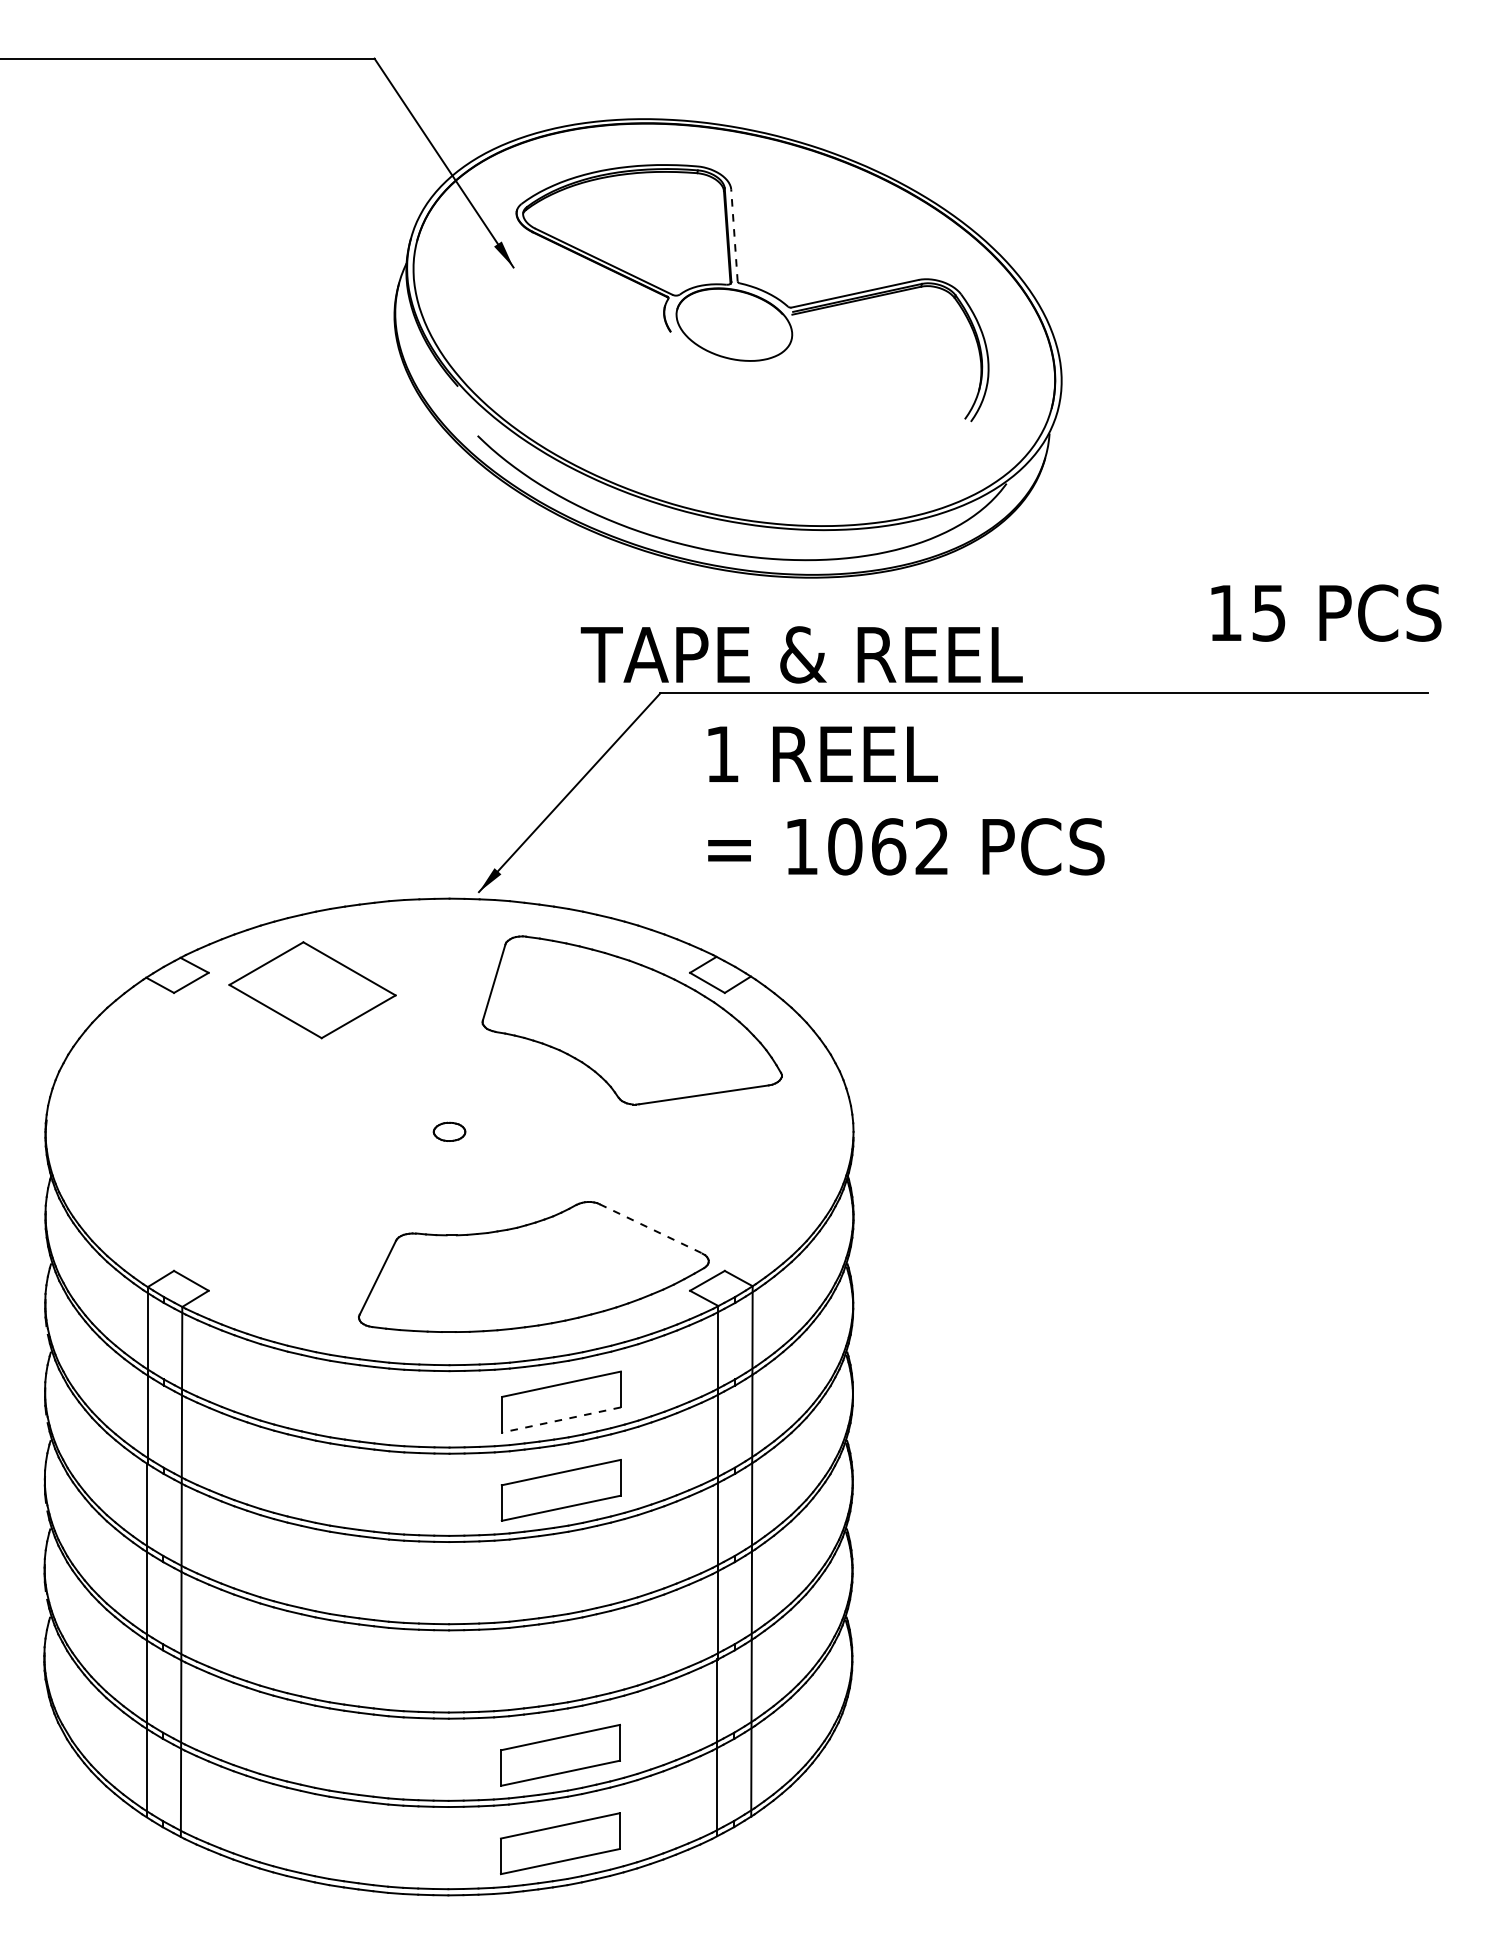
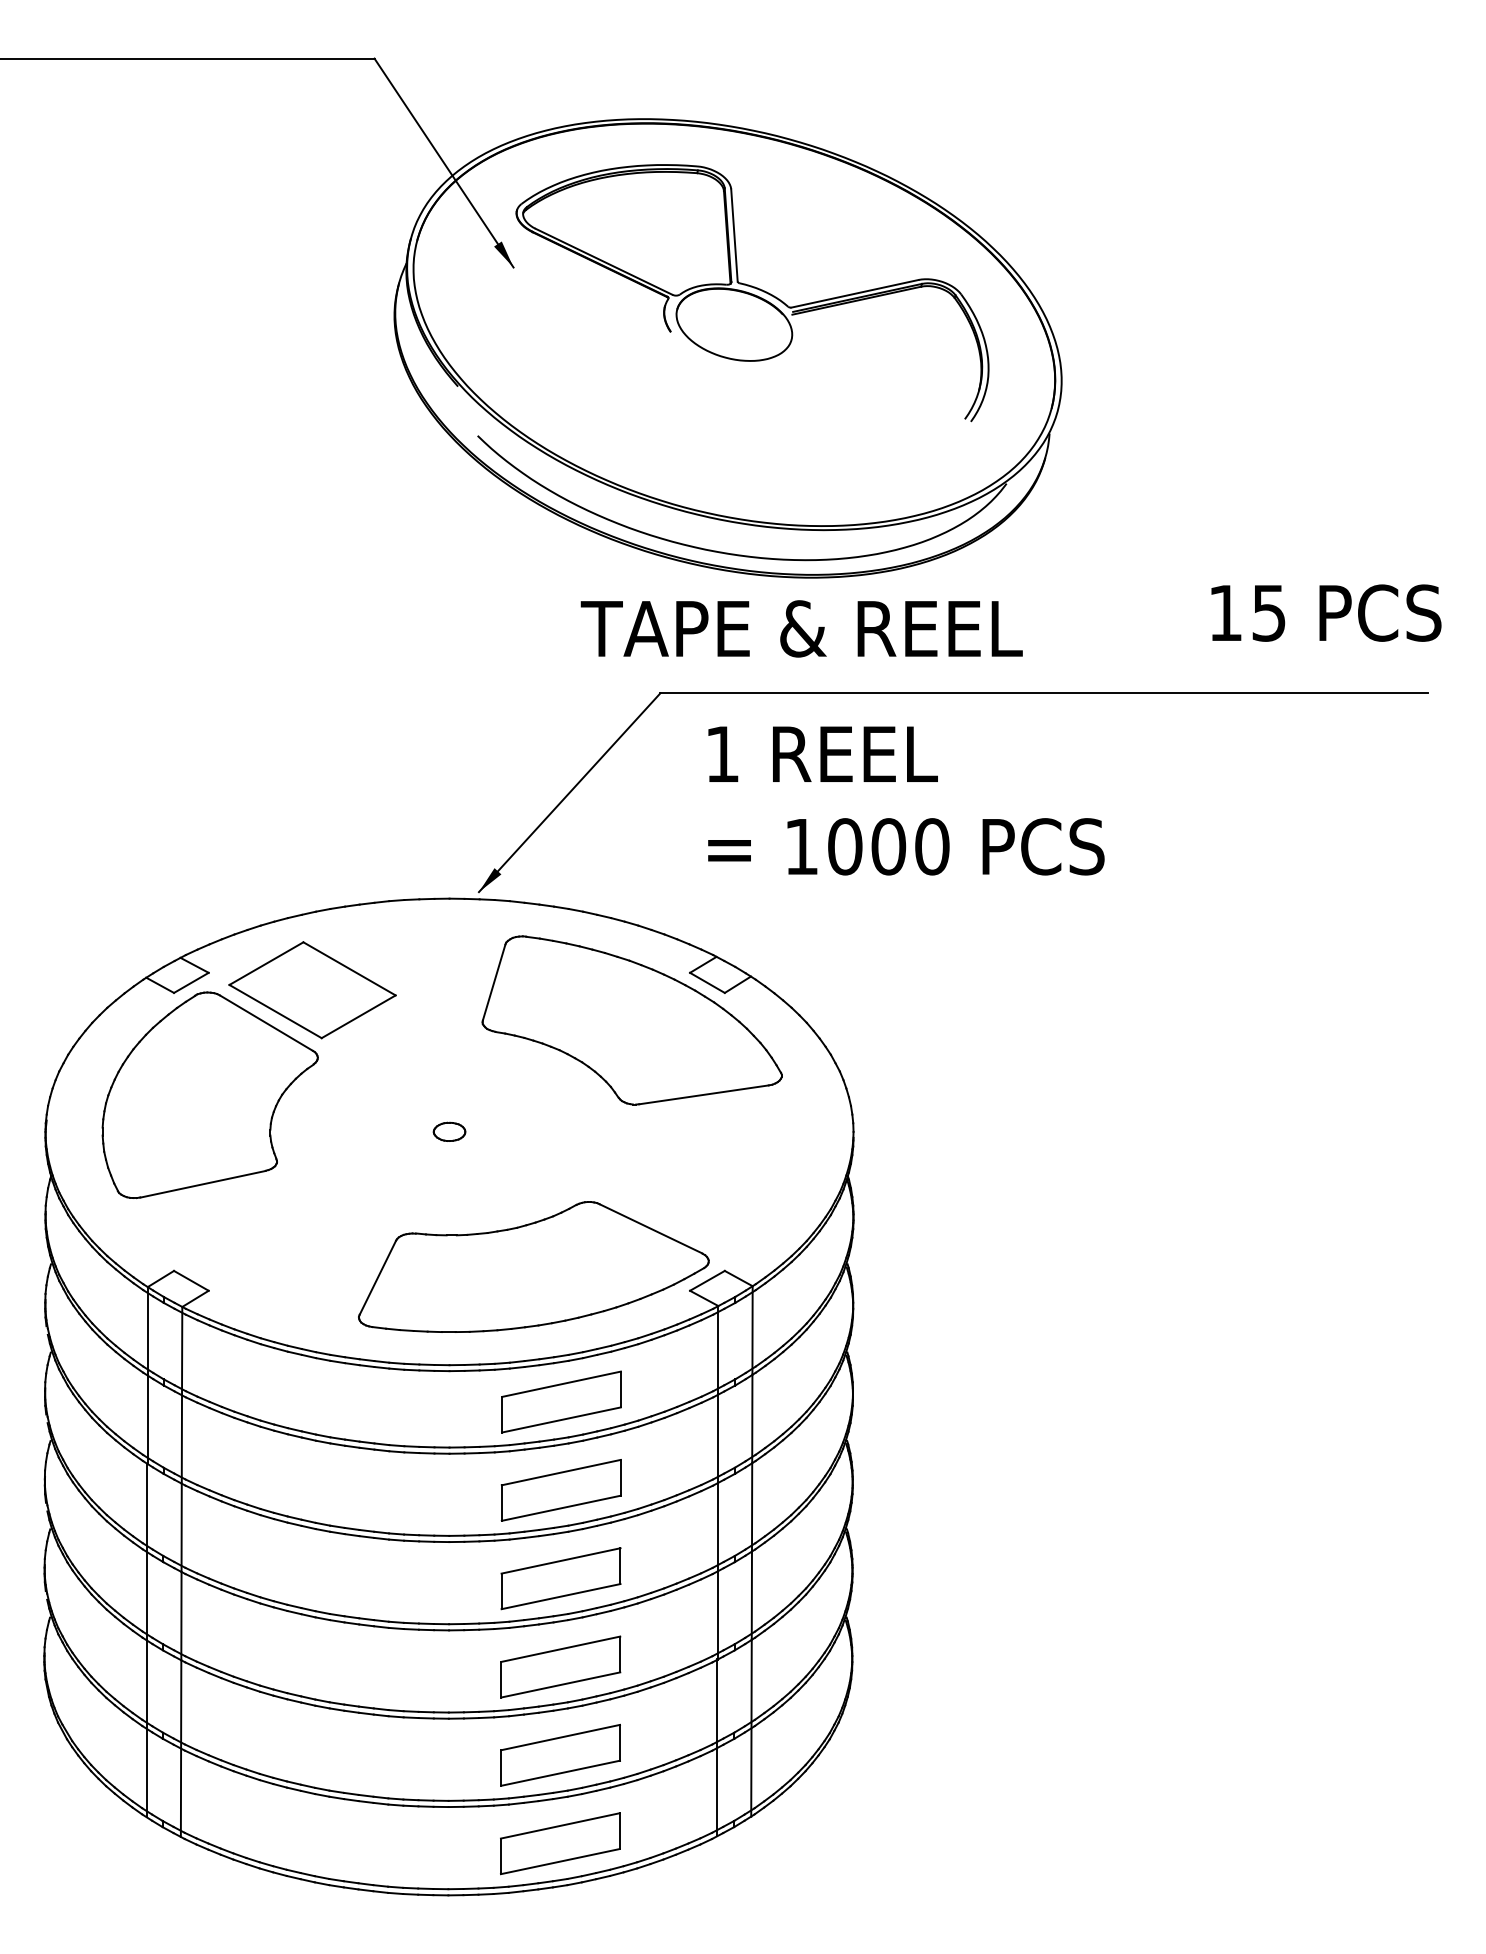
line at (734, 234): dashed -> solid
text at (801, 654) position: (801, 654) -> (801, 628)
text at (910, 846): 1062 -> 1000
part at (209, 1095): none -> present
line at (651, 1229): dashed -> solid
line at (561, 1419): dashed -> solid
part at (560, 1578): none -> present
part at (560, 1666): none -> present
